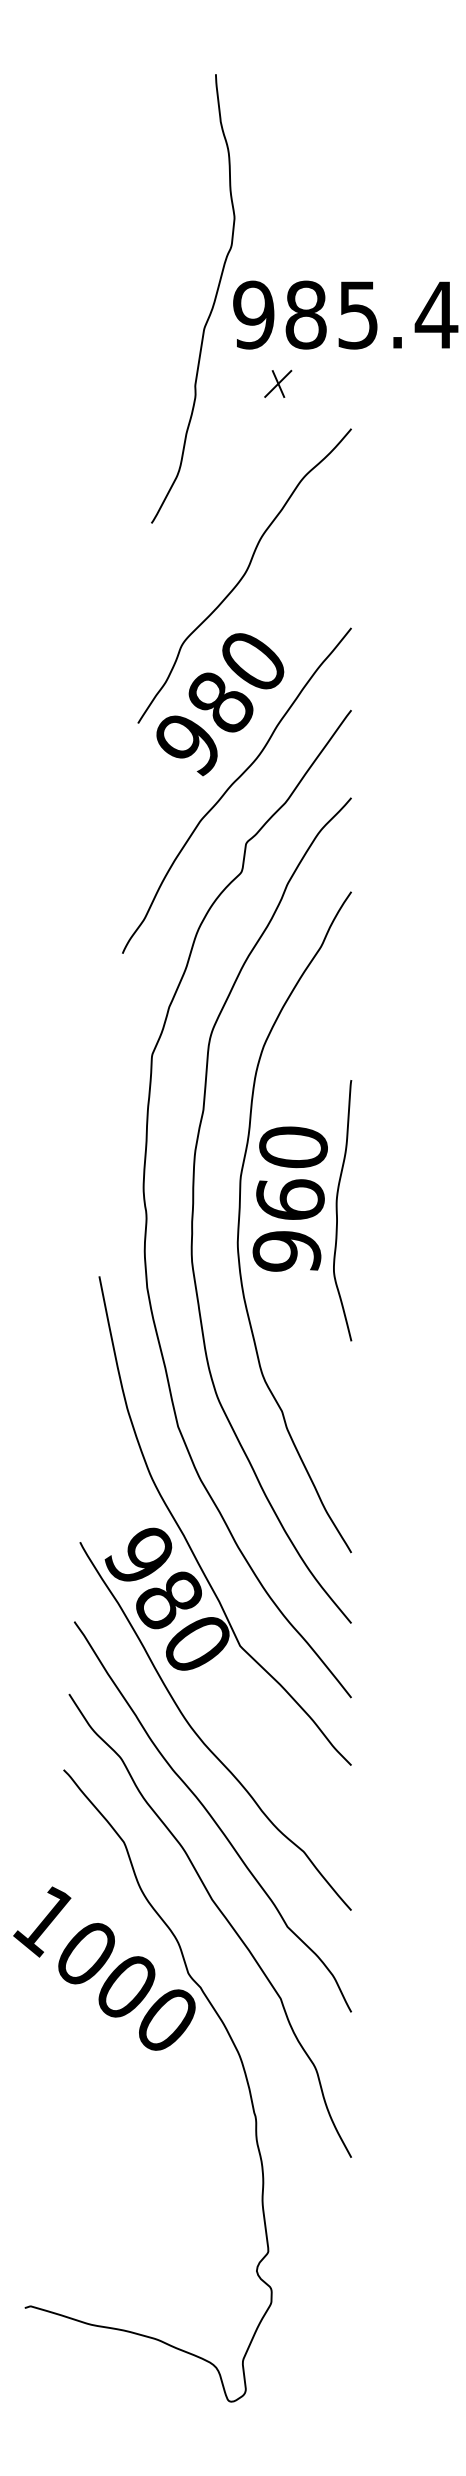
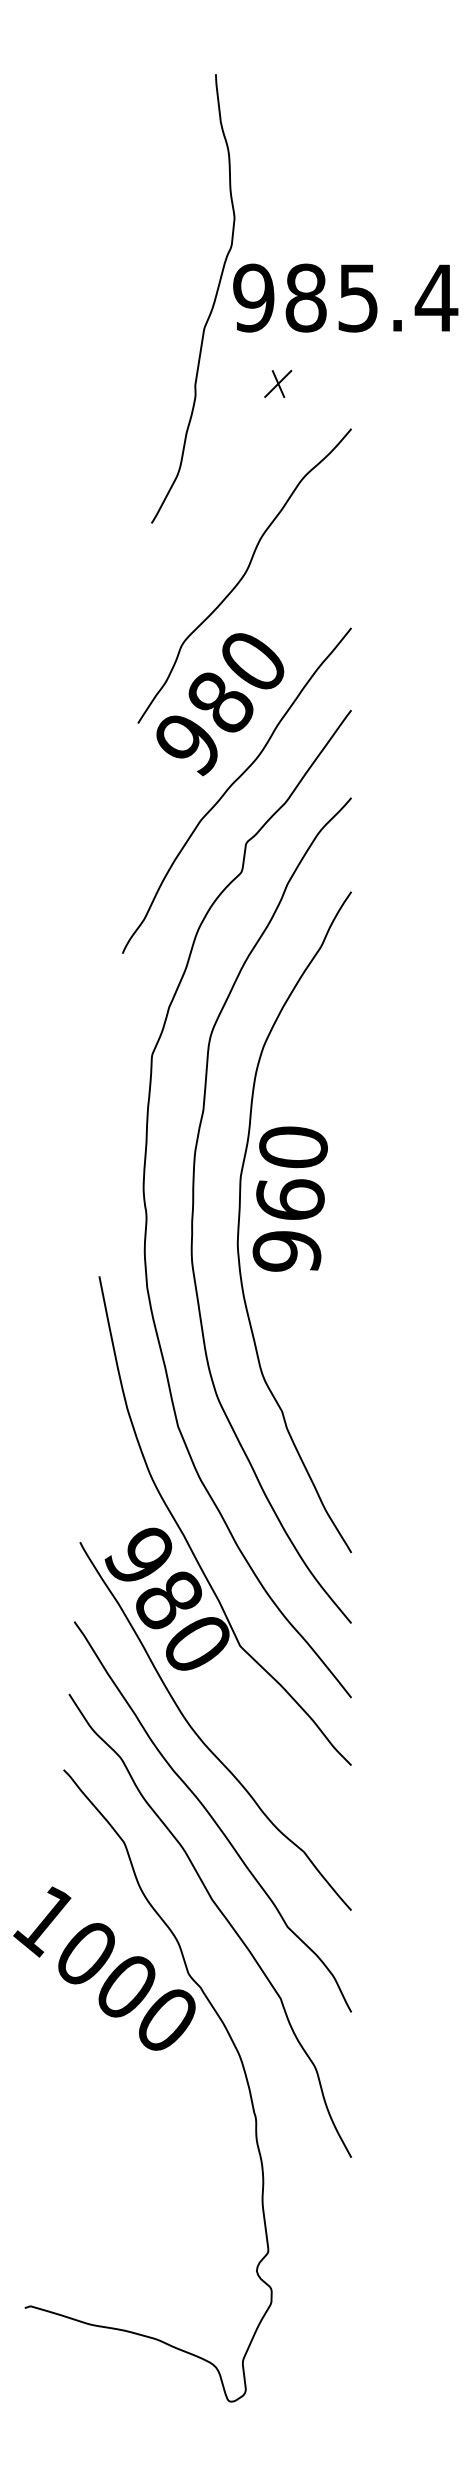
text at (345, 314) position: (345, 314) -> (345, 297)
curve at (337, 1210): present -> none
